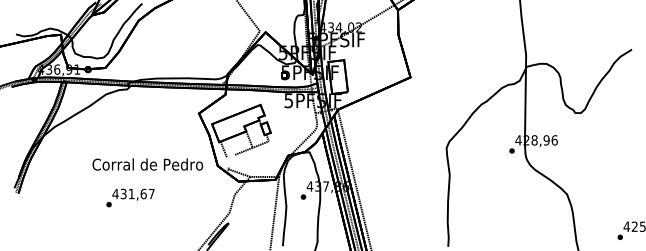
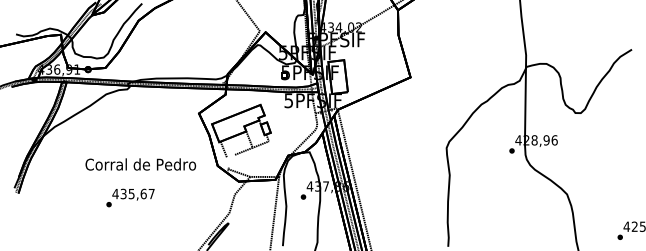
text at (147, 164) position: (147, 164) -> (140, 164)
text at (131, 194): 431,67 -> 435,67
